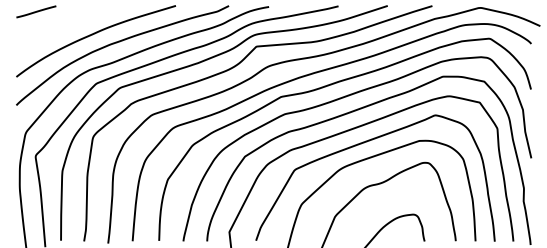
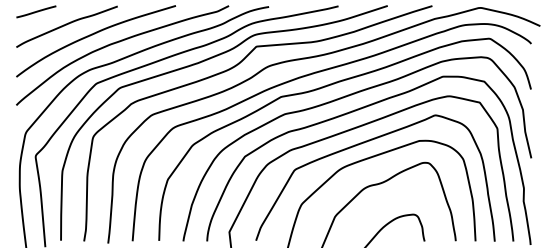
curve at (66, 25): none -> present
